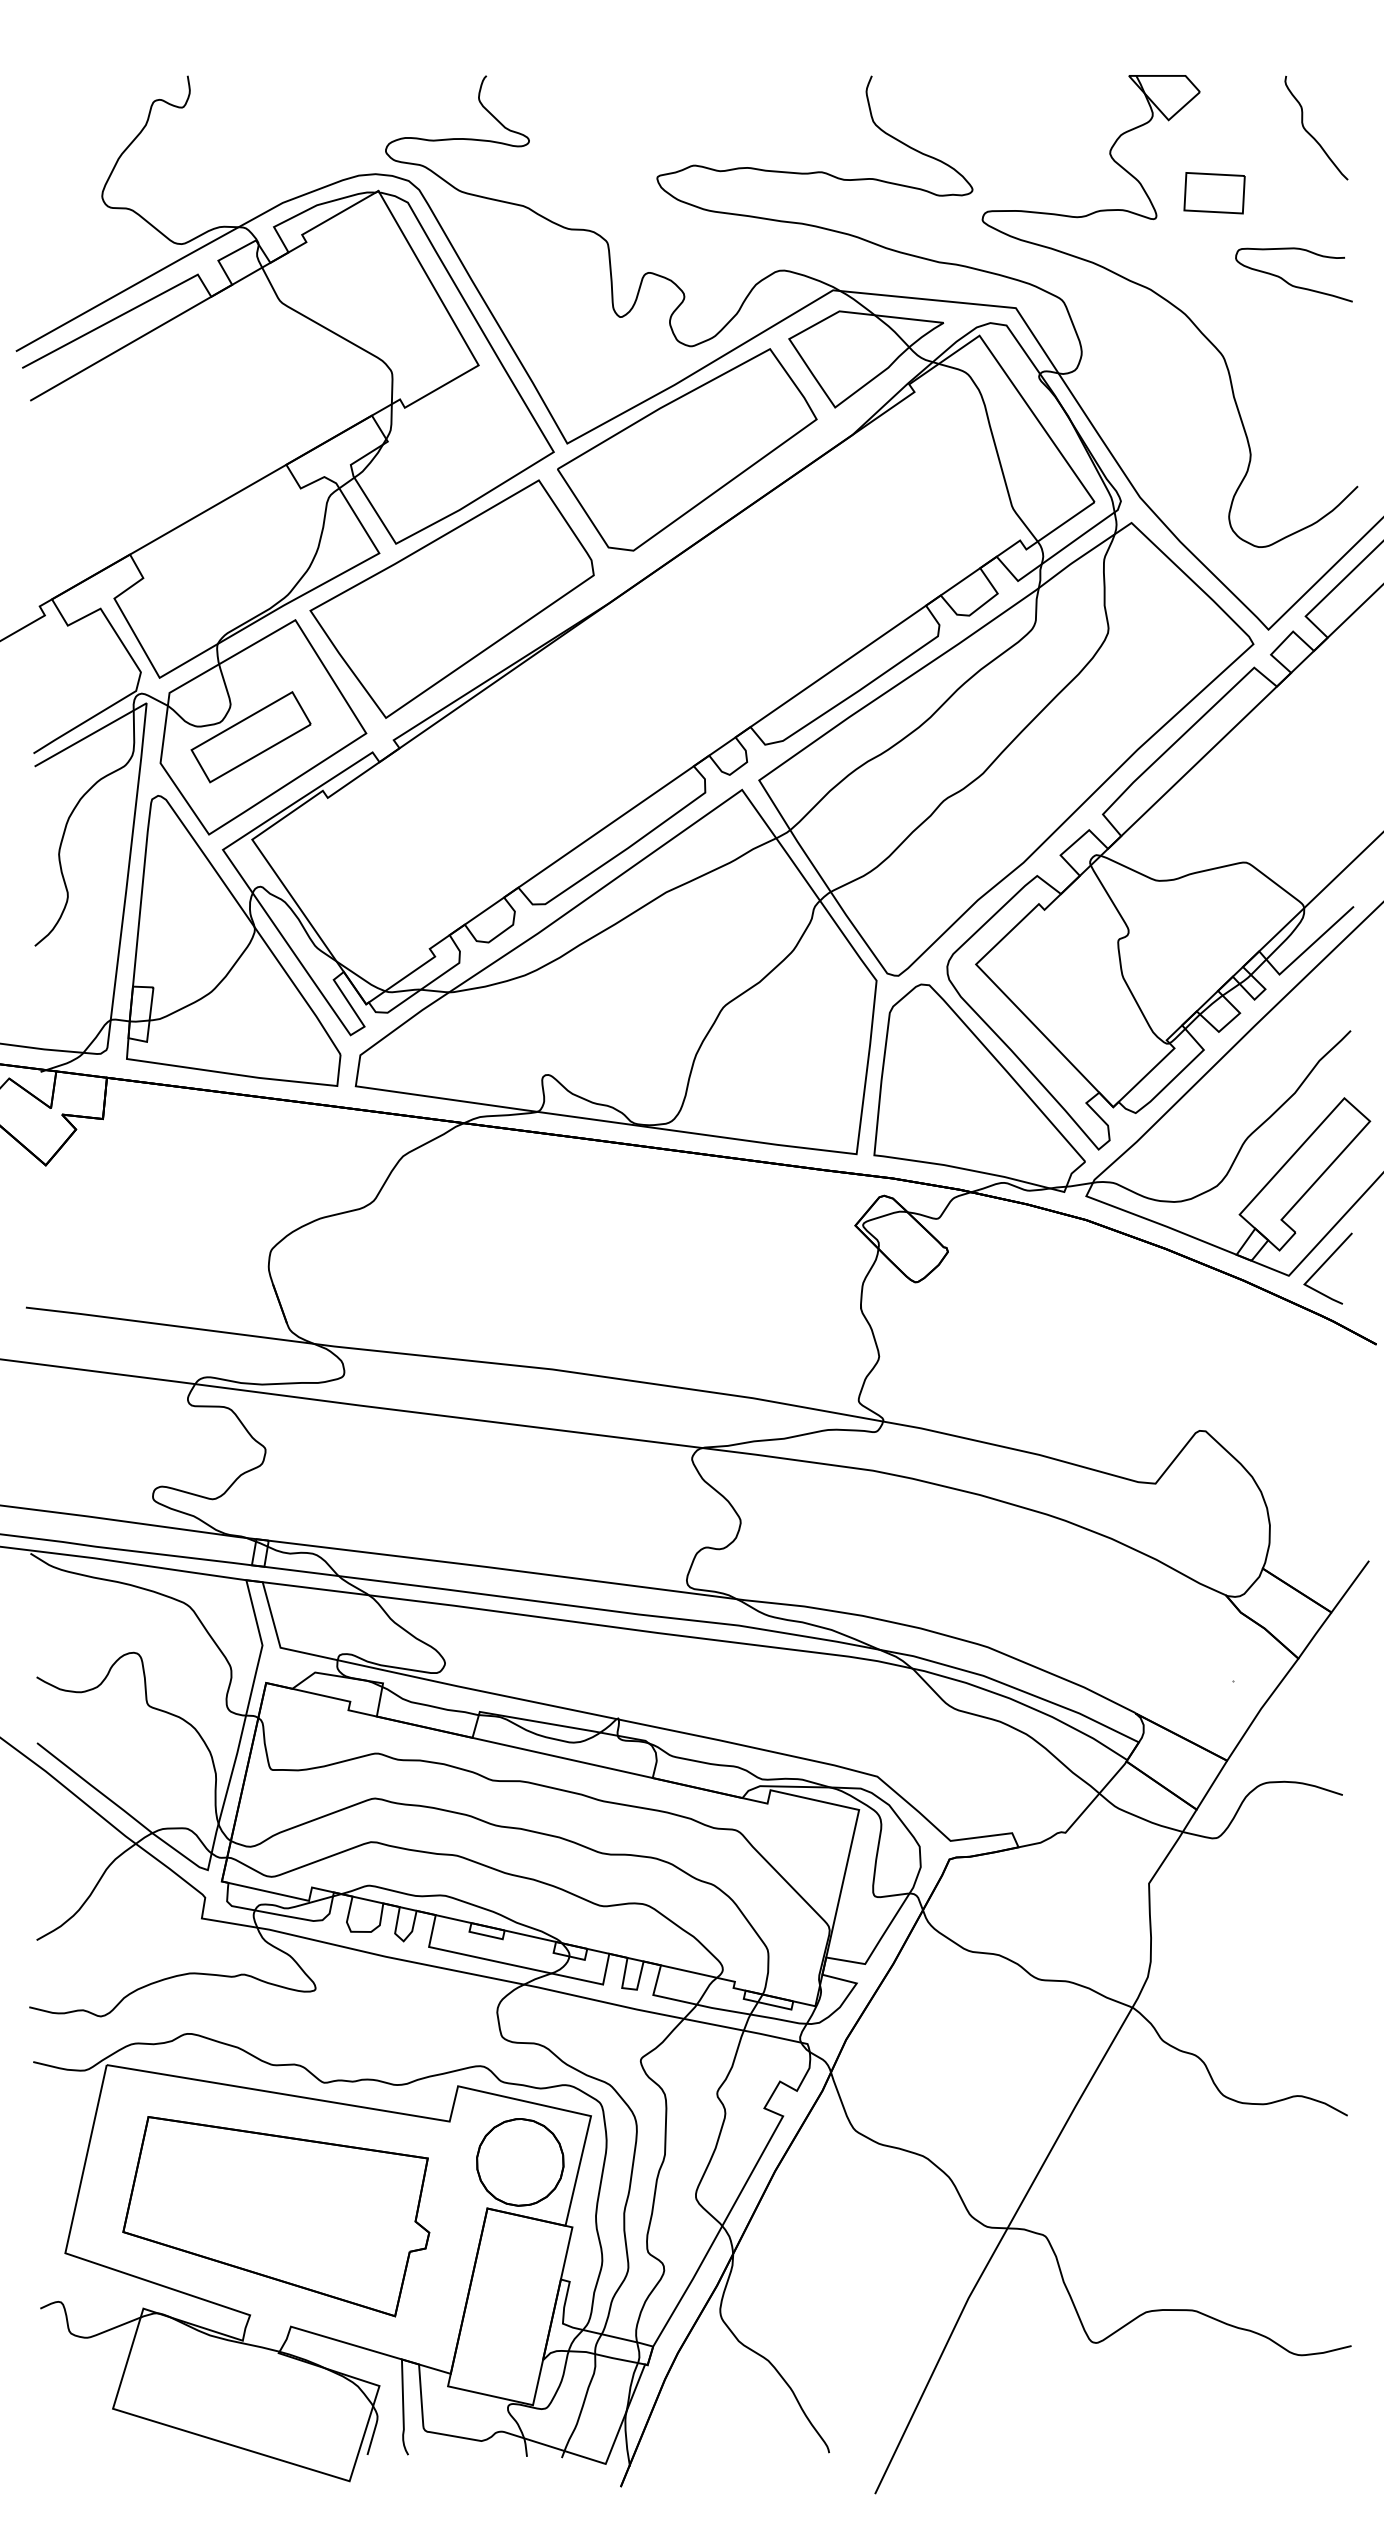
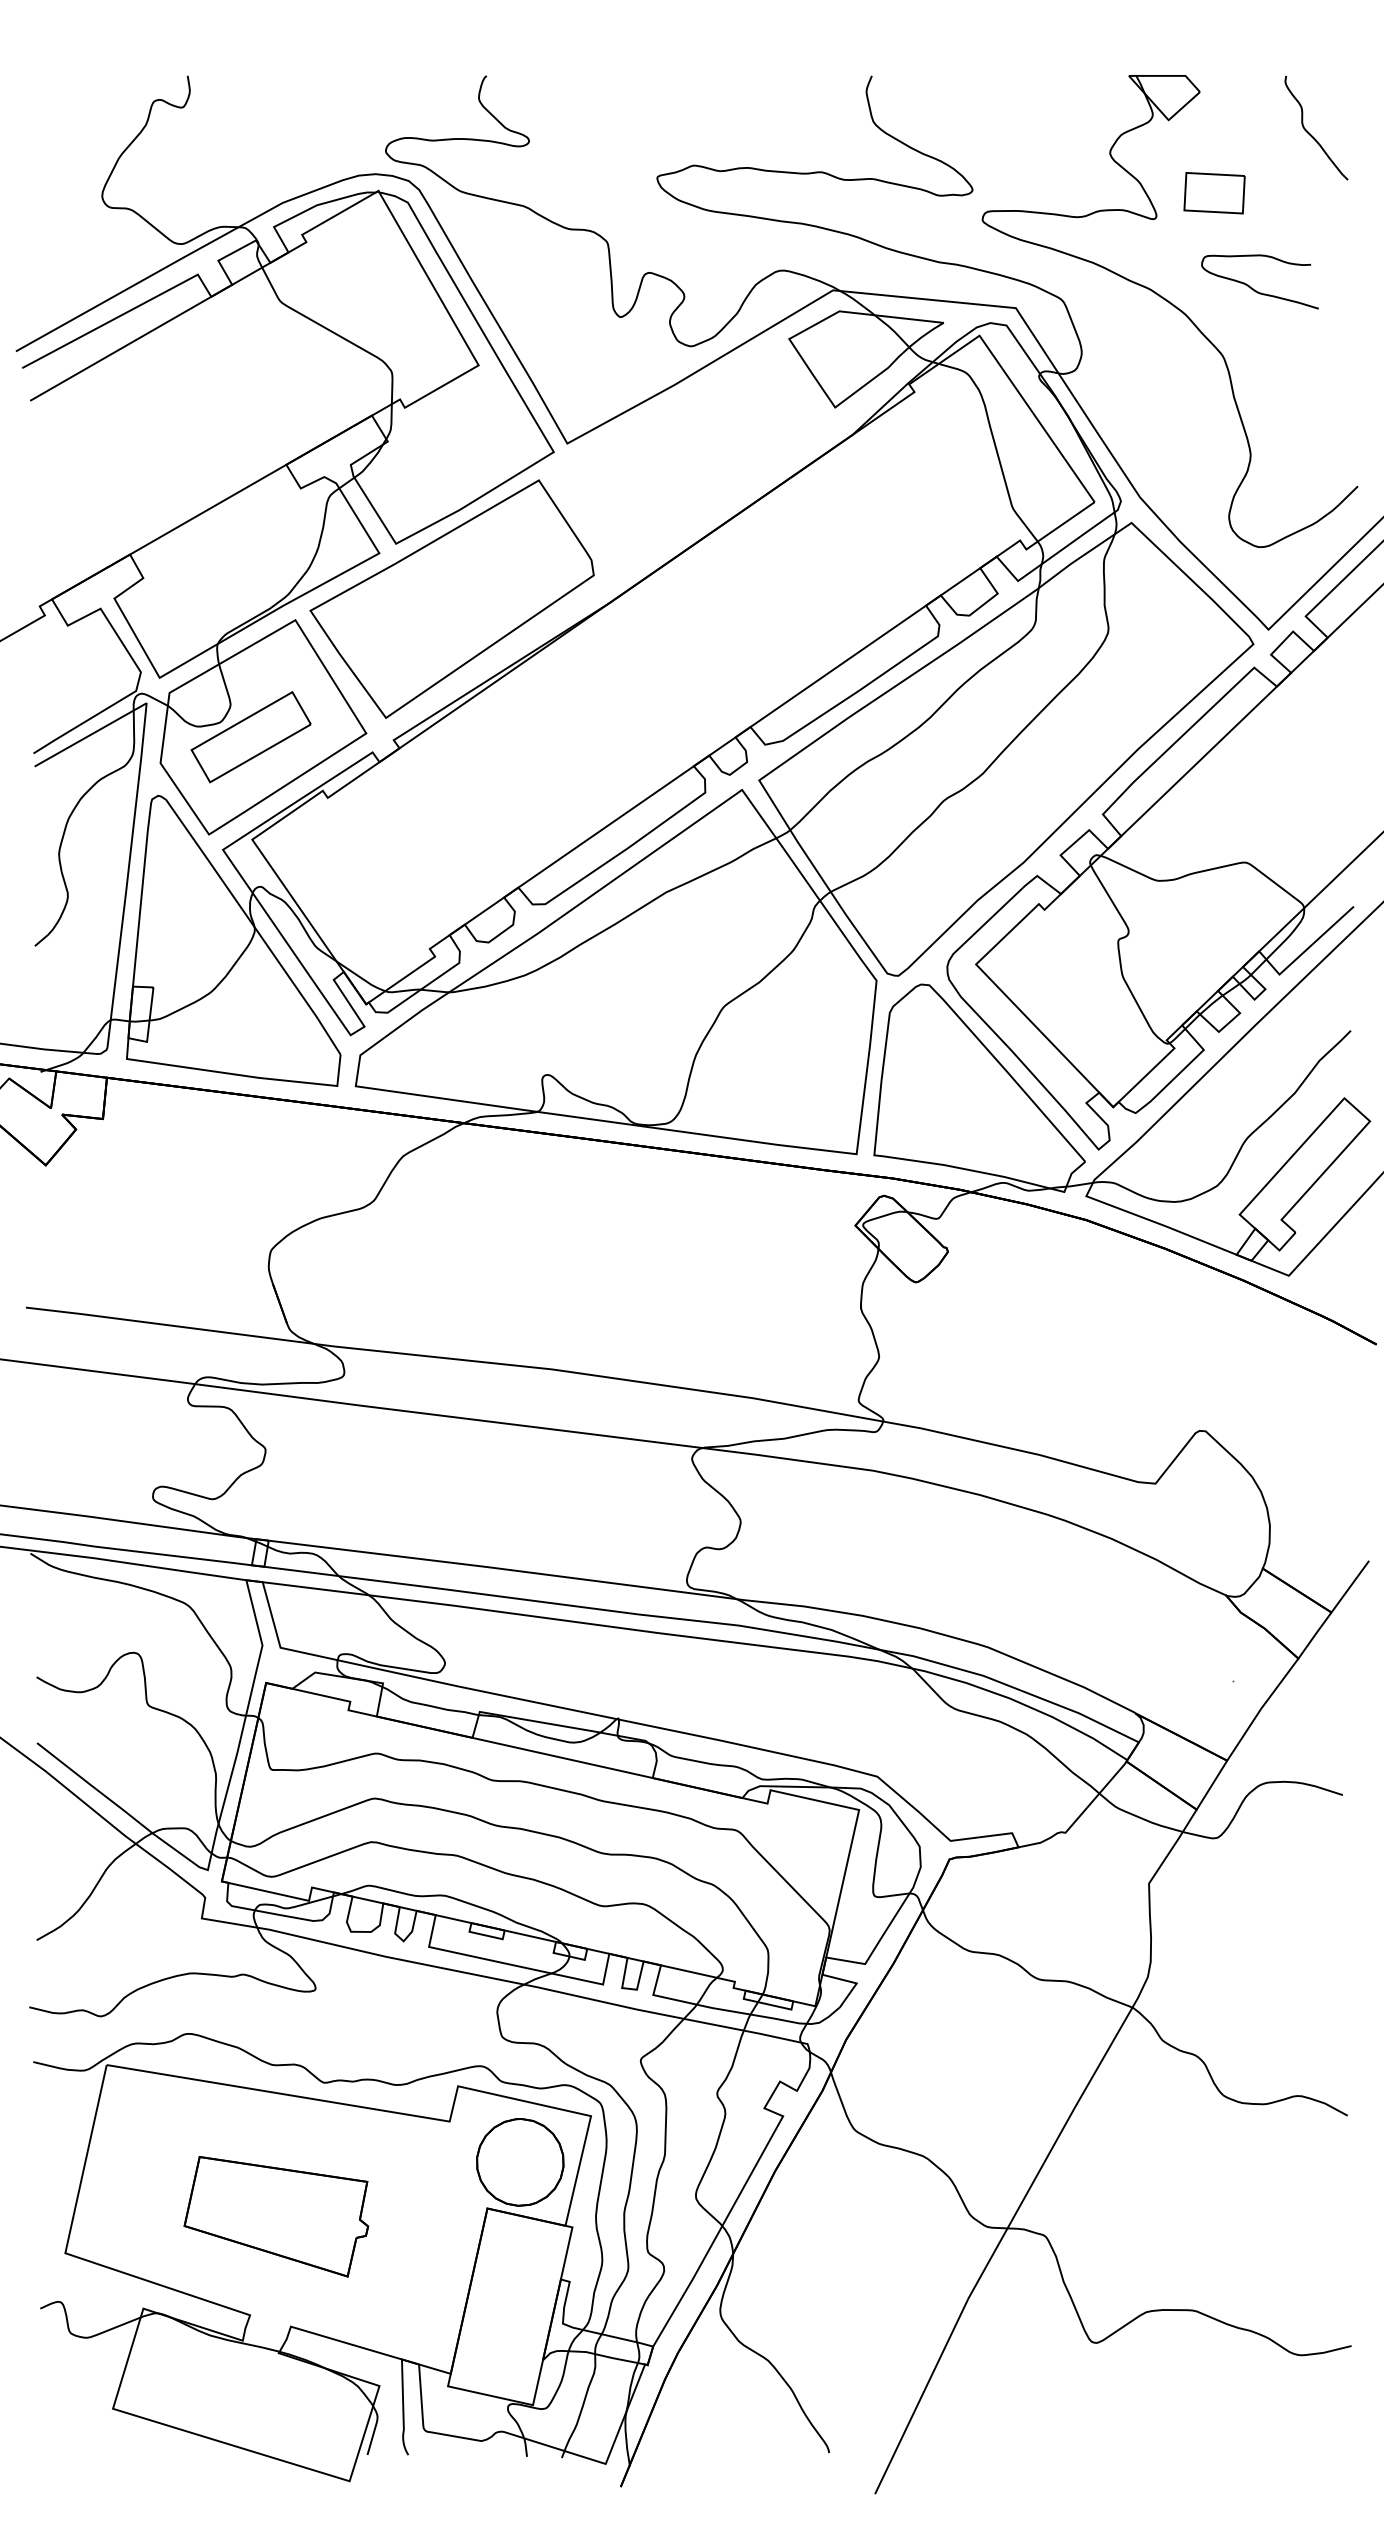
curve at (1286, 280) position: (1286, 280) -> (1252, 287)
part at (687, 449): present -> none
line at (1324, 1264): present -> none
part at (276, 2216) size: 309x202 px -> 187x122 px
